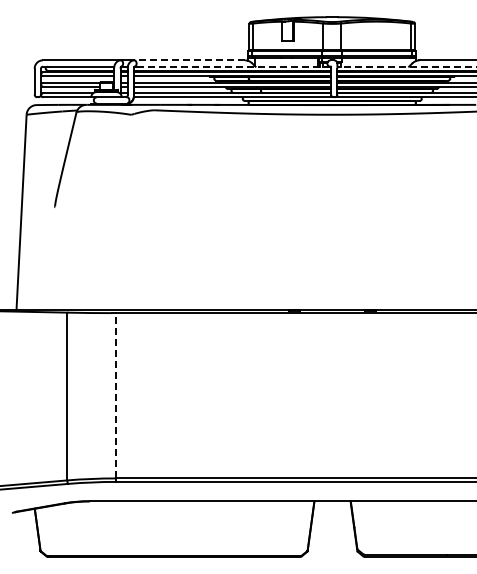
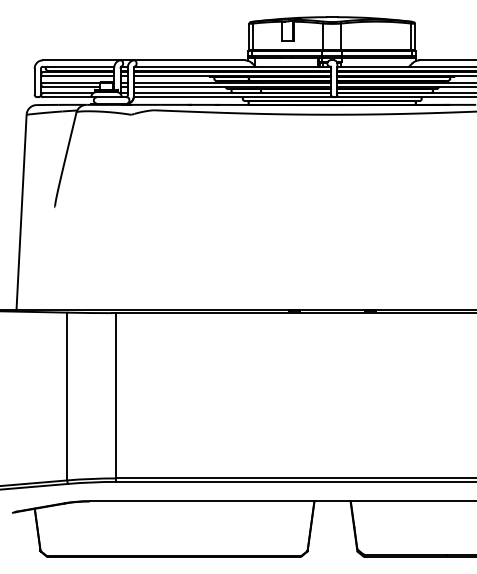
line at (189, 60): dashed -> solid
line at (234, 66): dashed -> solid
line at (407, 66): dashed -> solid
line at (115, 395): dashed -> solid
